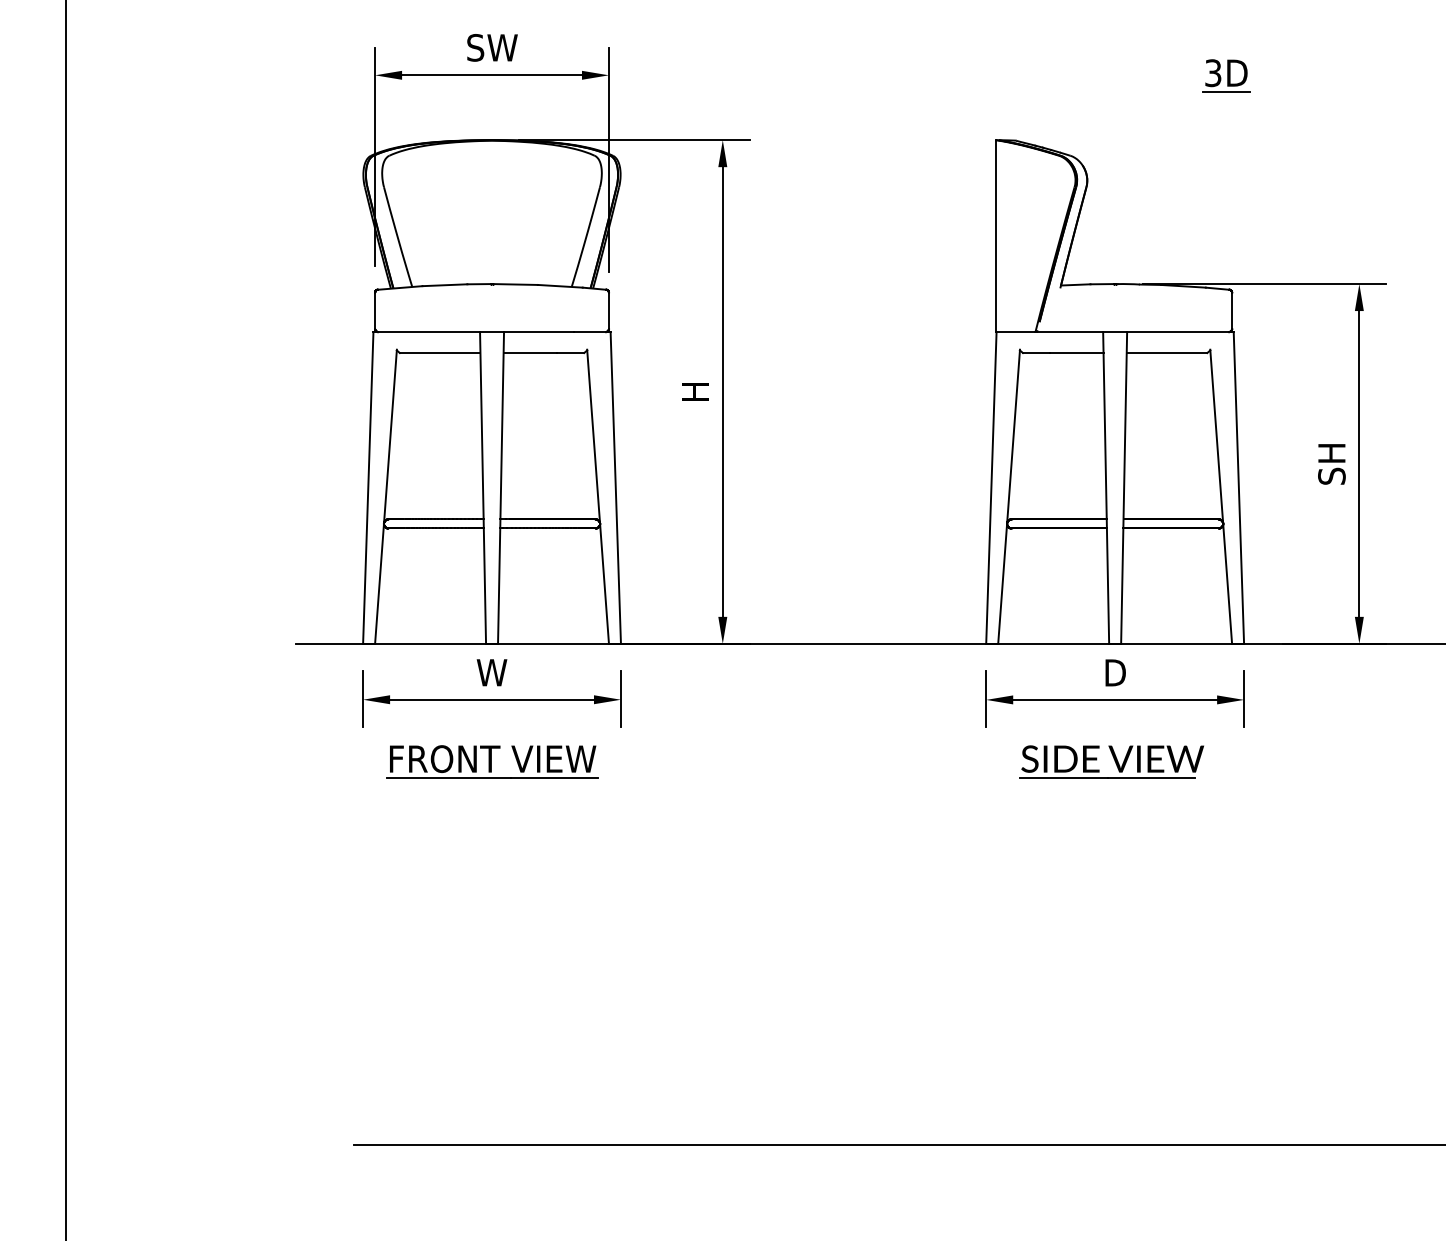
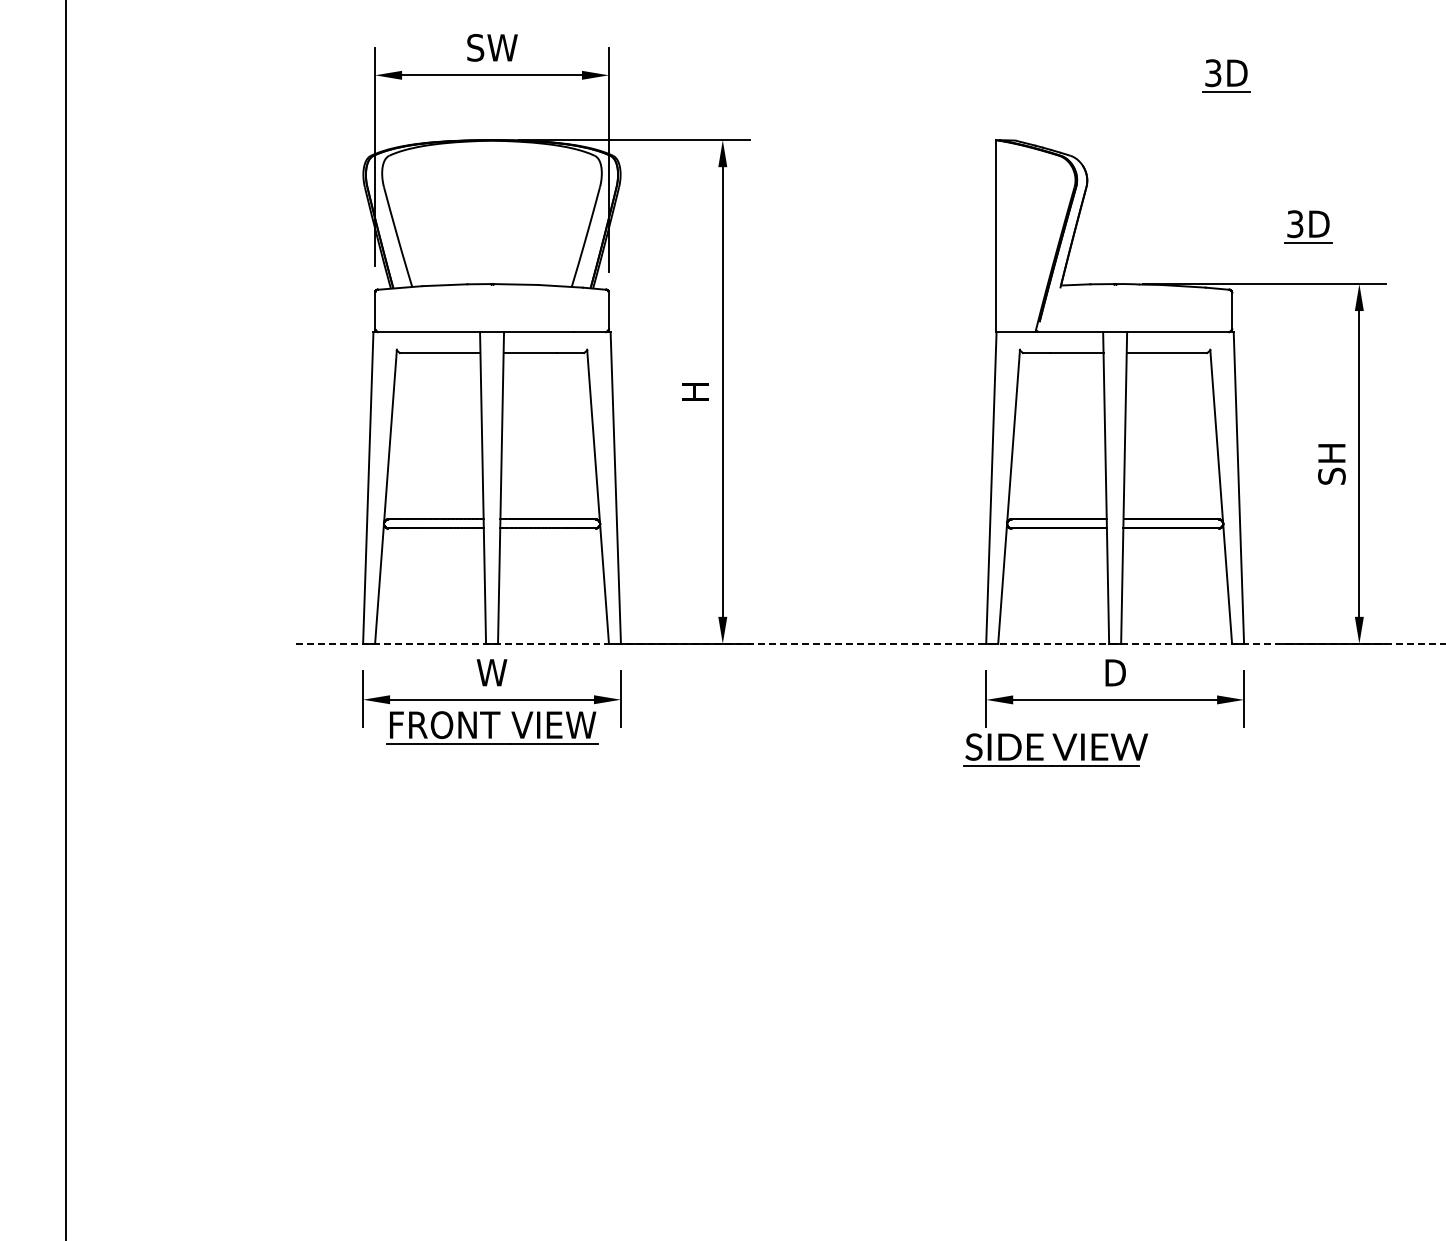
part at (1308, 226): none -> present
line at (870, 643): solid -> dashed
part at (492, 761) position: (492, 761) -> (492, 727)
part at (1111, 761) position: (1111, 761) -> (1055, 749)
line at (898, 1145): present -> none
